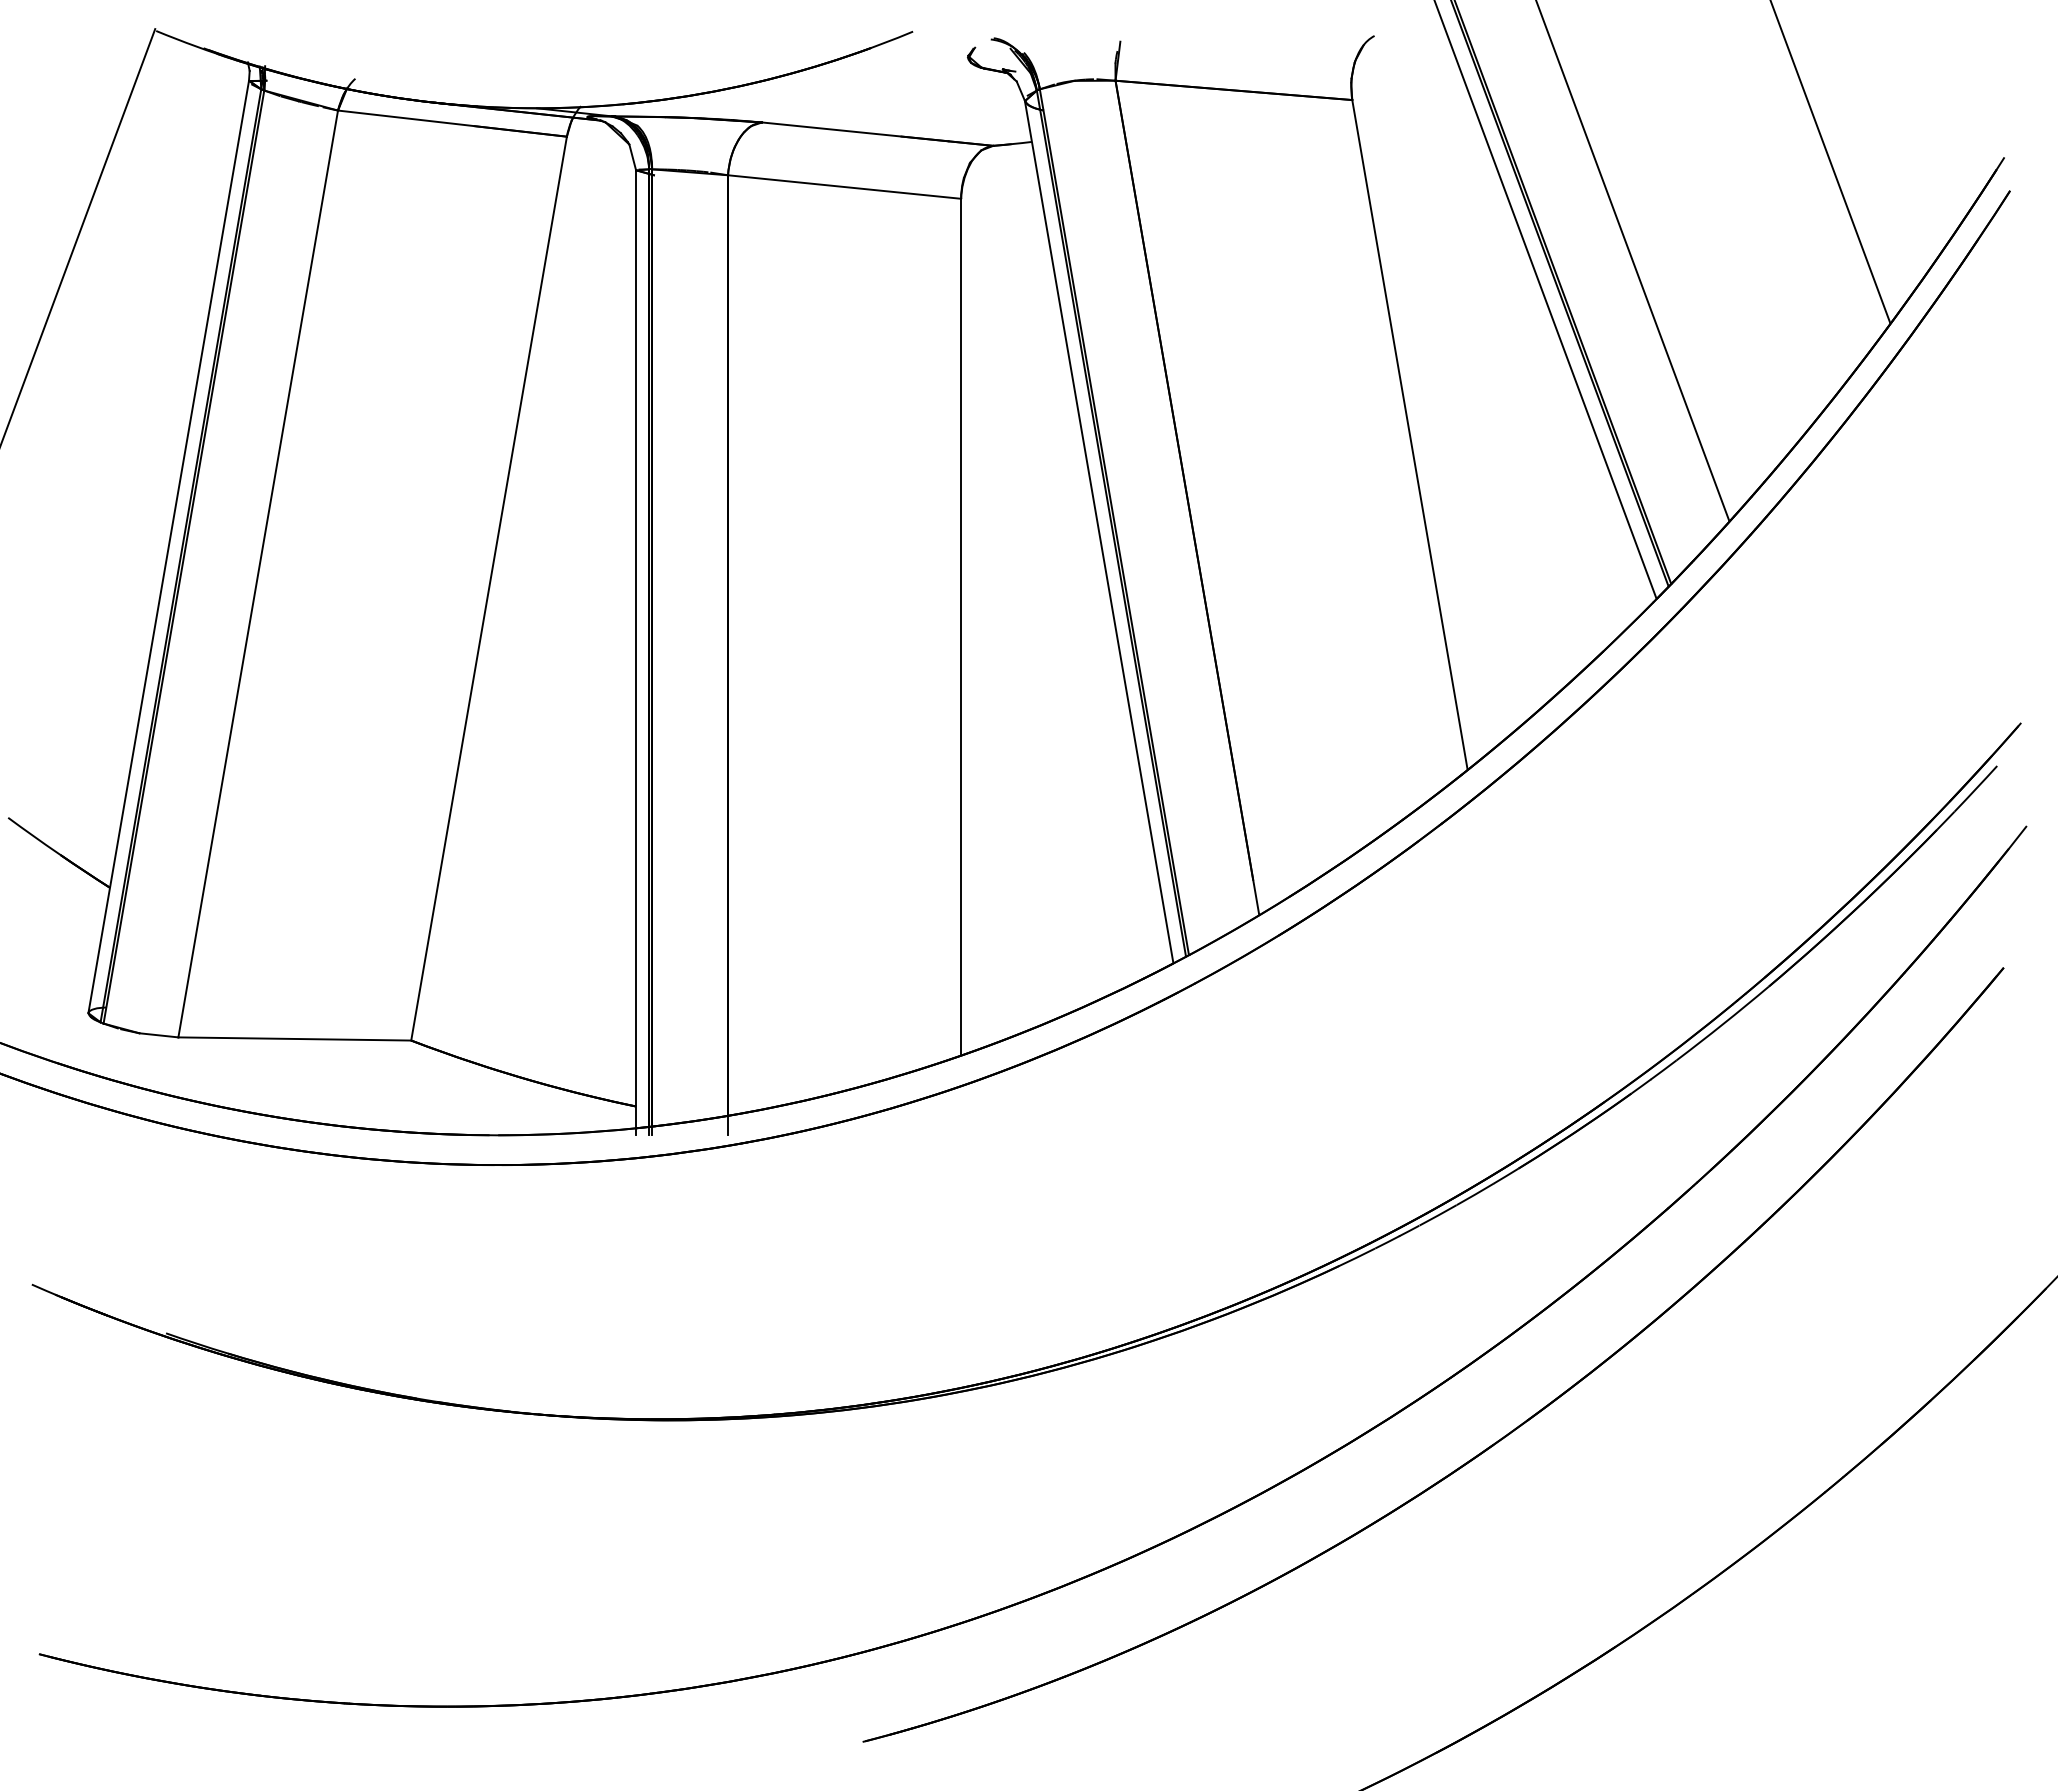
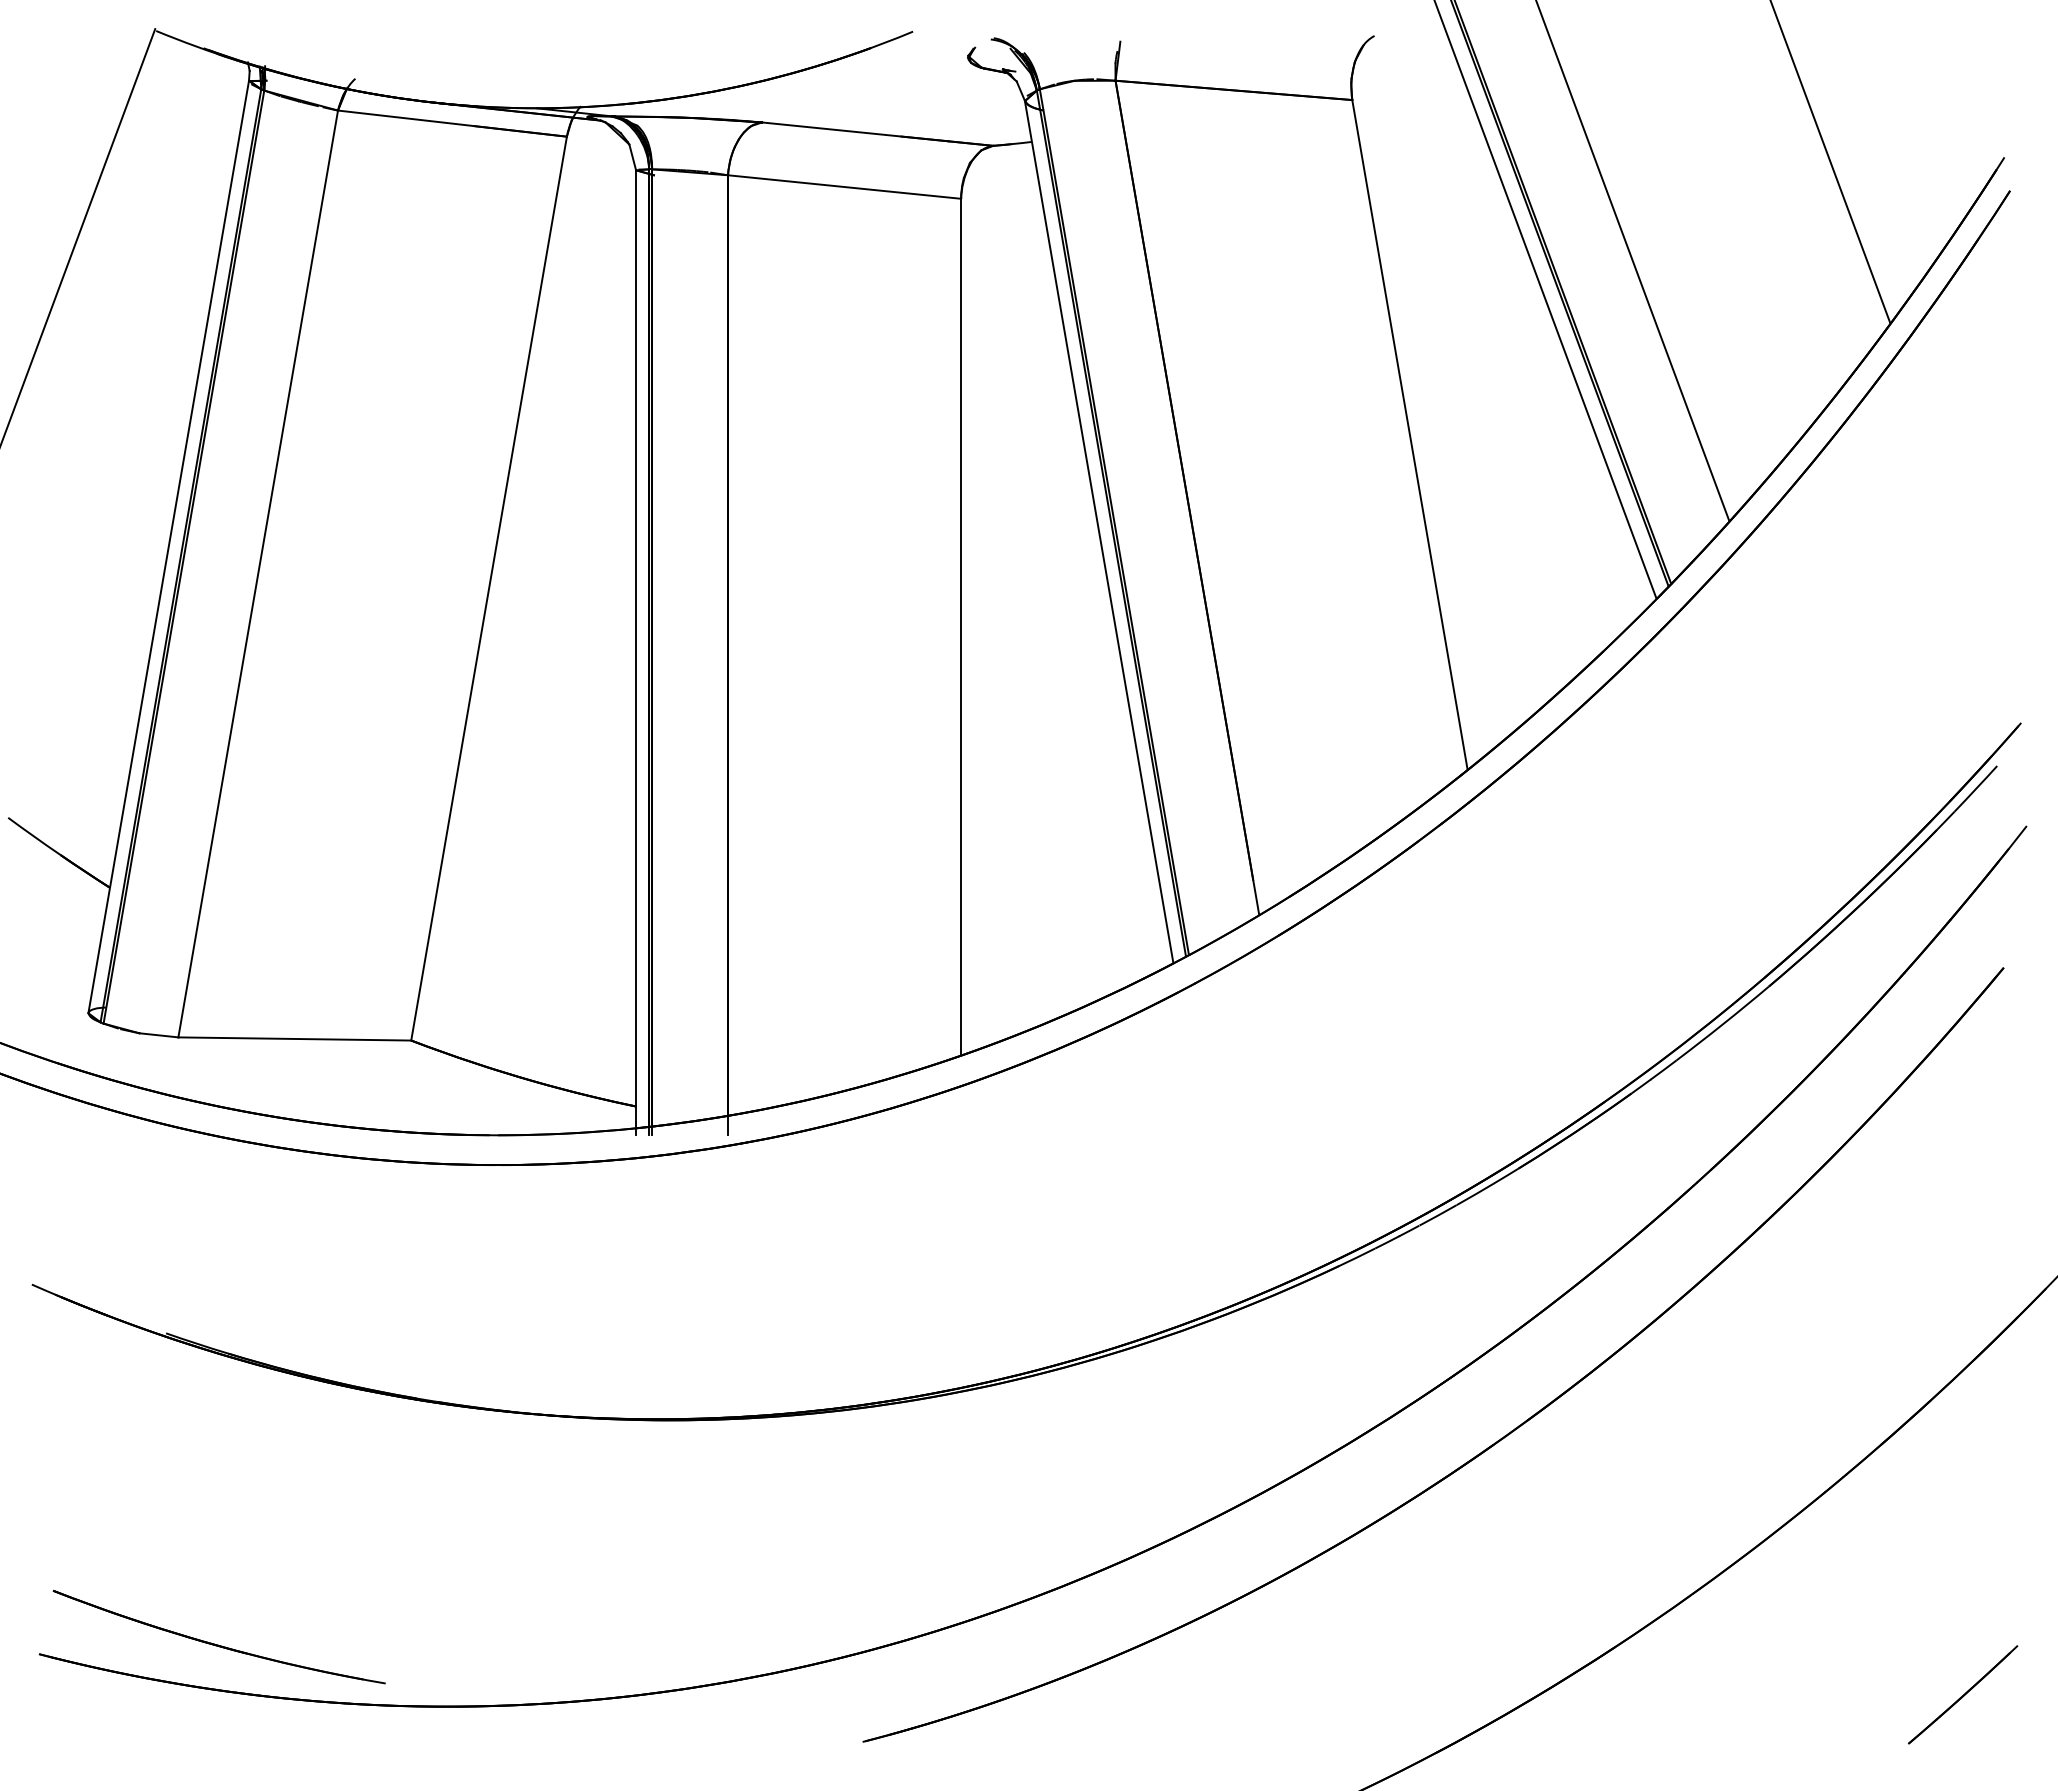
part at (218, 1644): none -> present
line at (1963, 1694): none -> present
